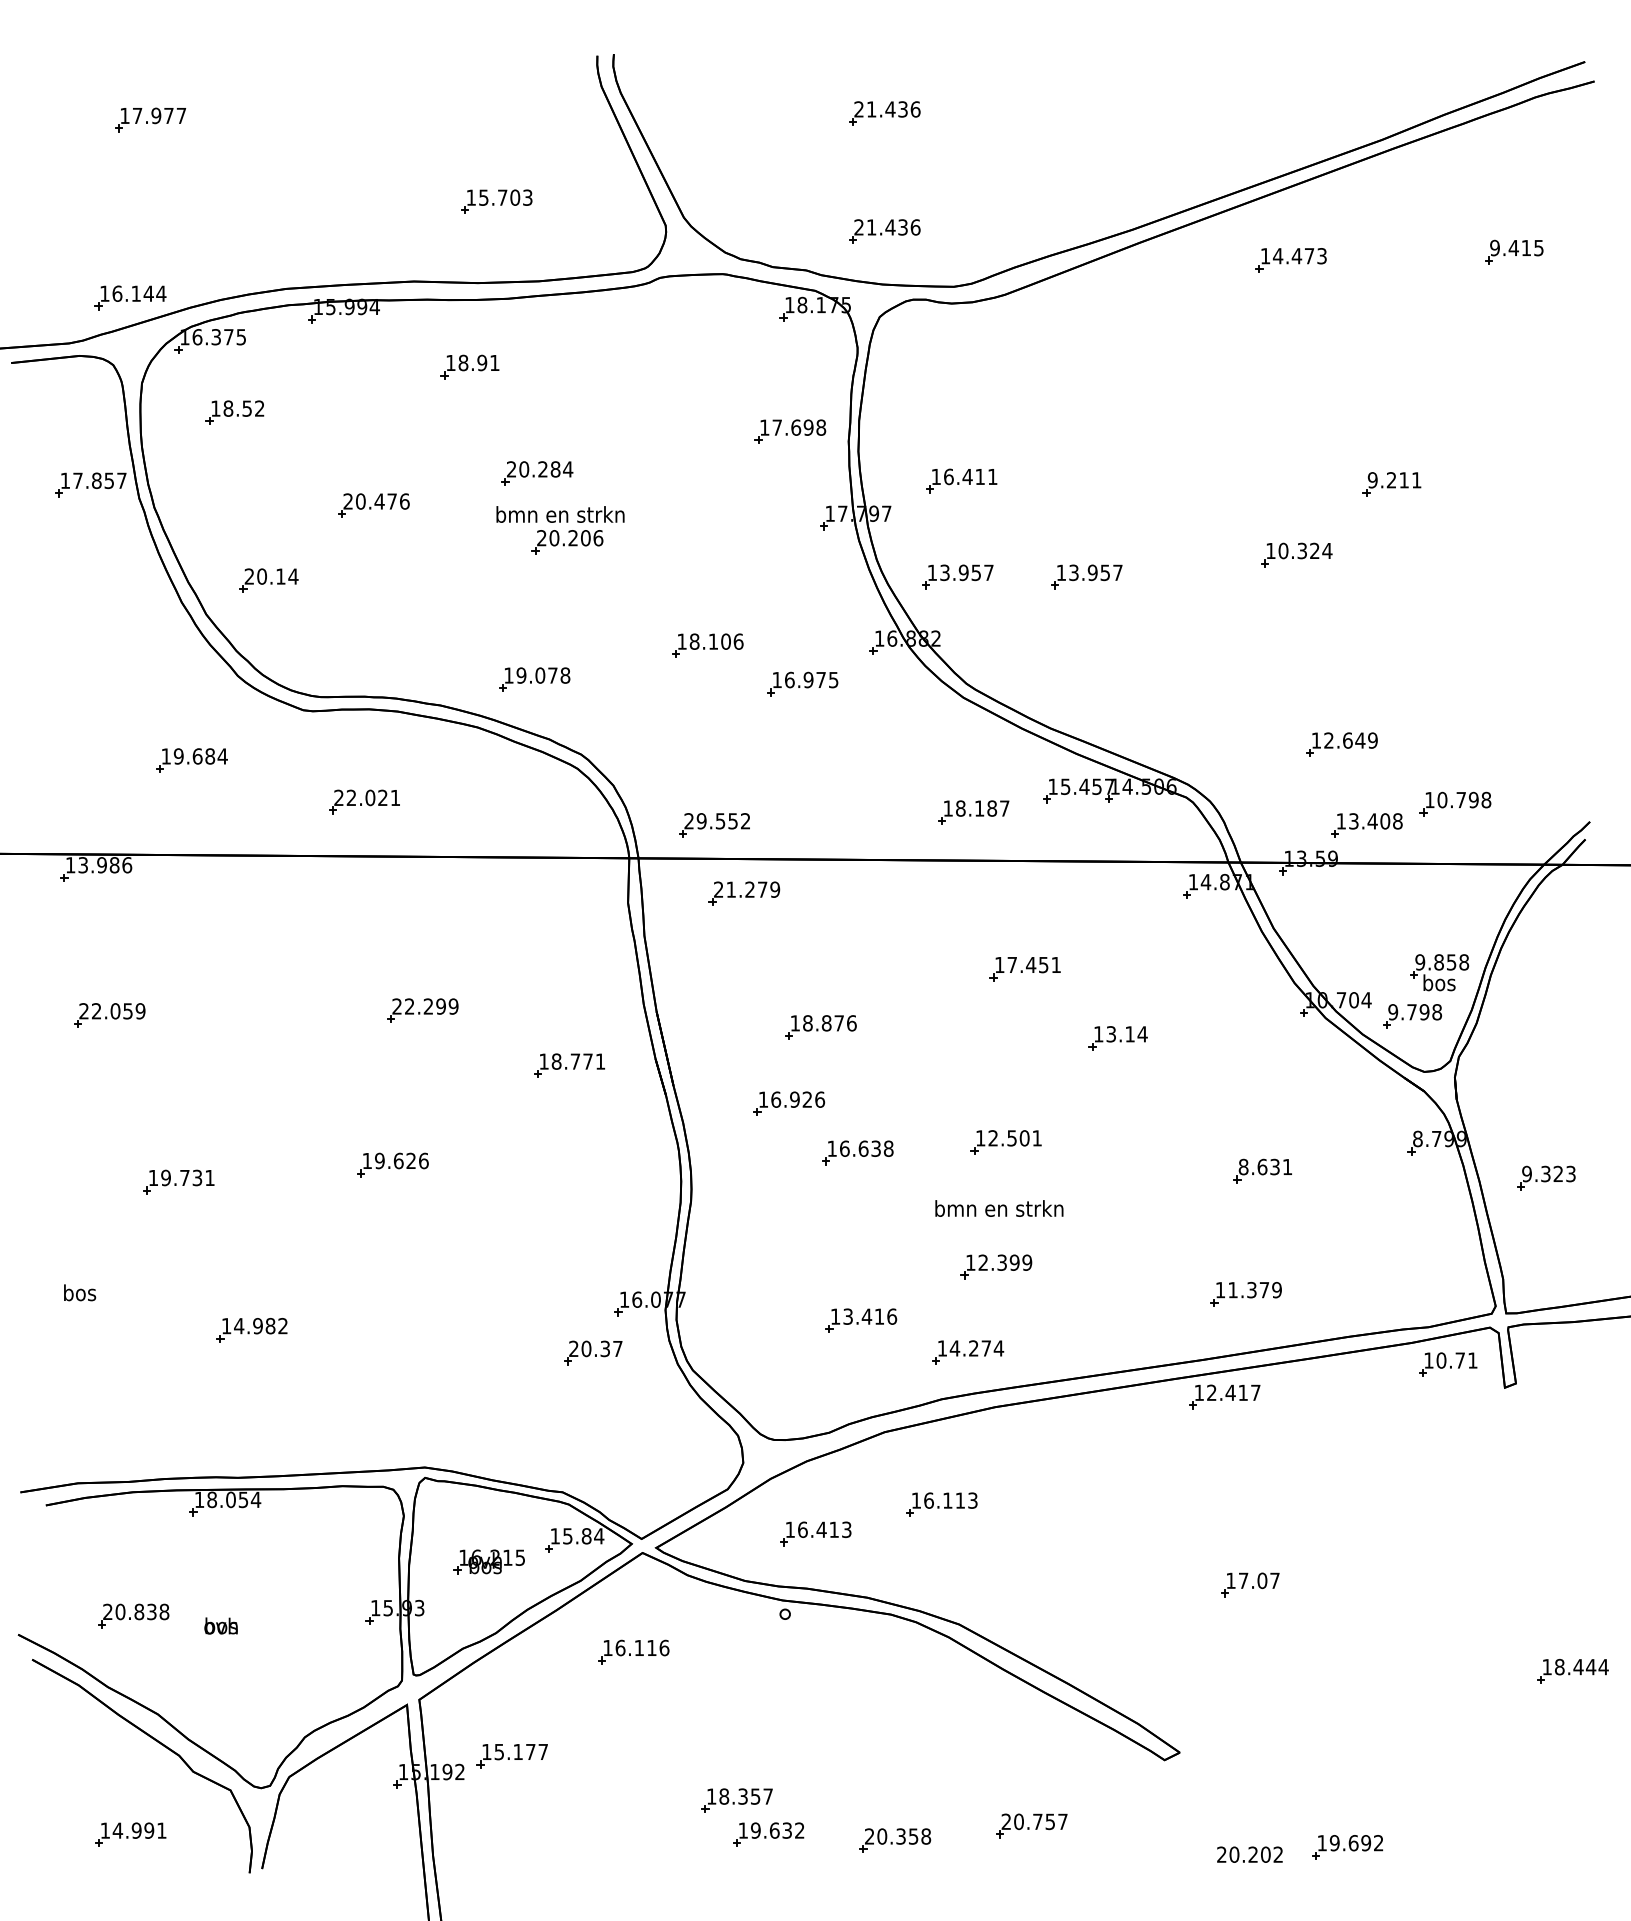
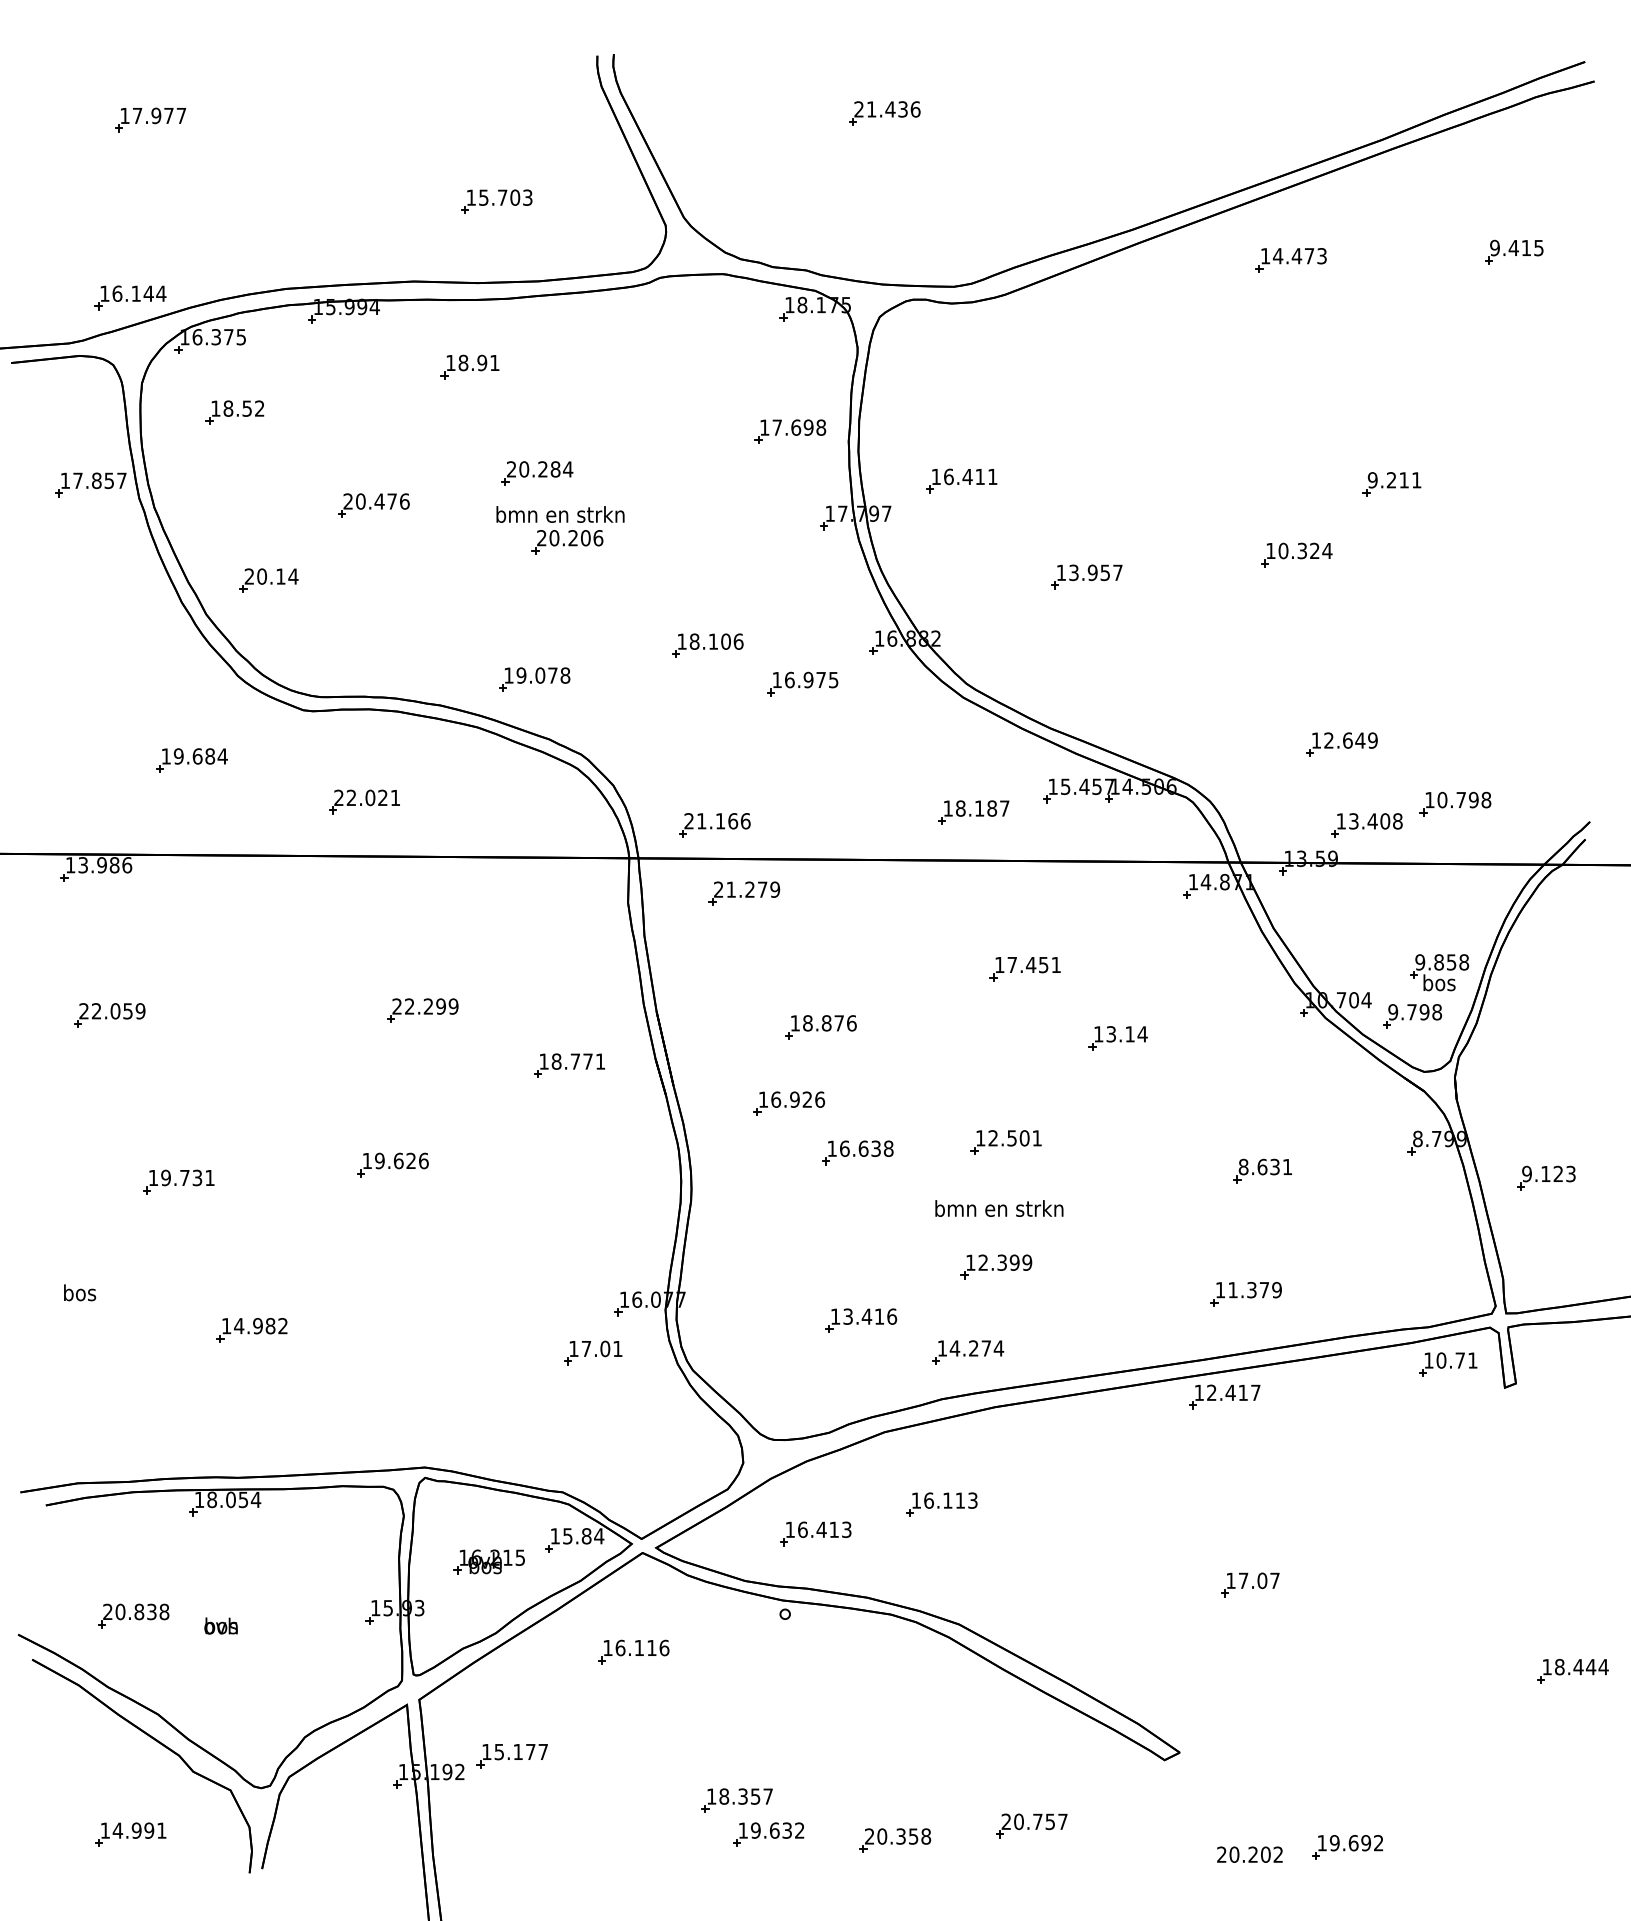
part at (884, 231): present -> none
part at (957, 576): present -> none
text at (723, 821): 29.552 -> 21.166
text at (1545, 1173): 9.323 -> 9.123
text at (595, 1348): 20.37 -> 17.01
